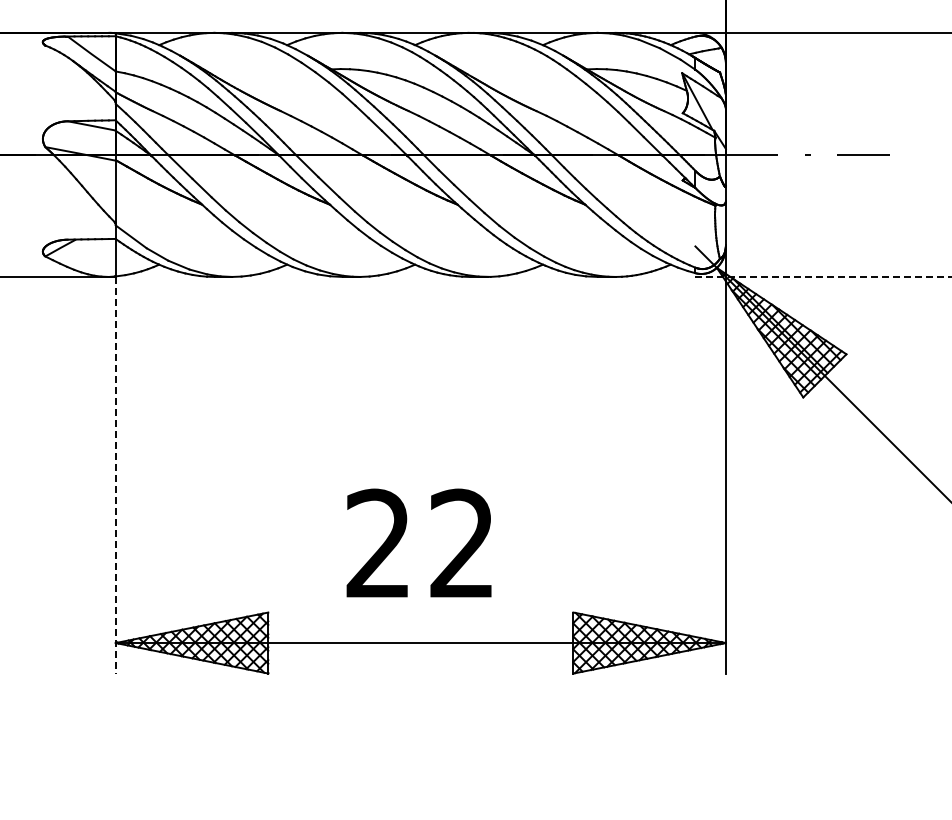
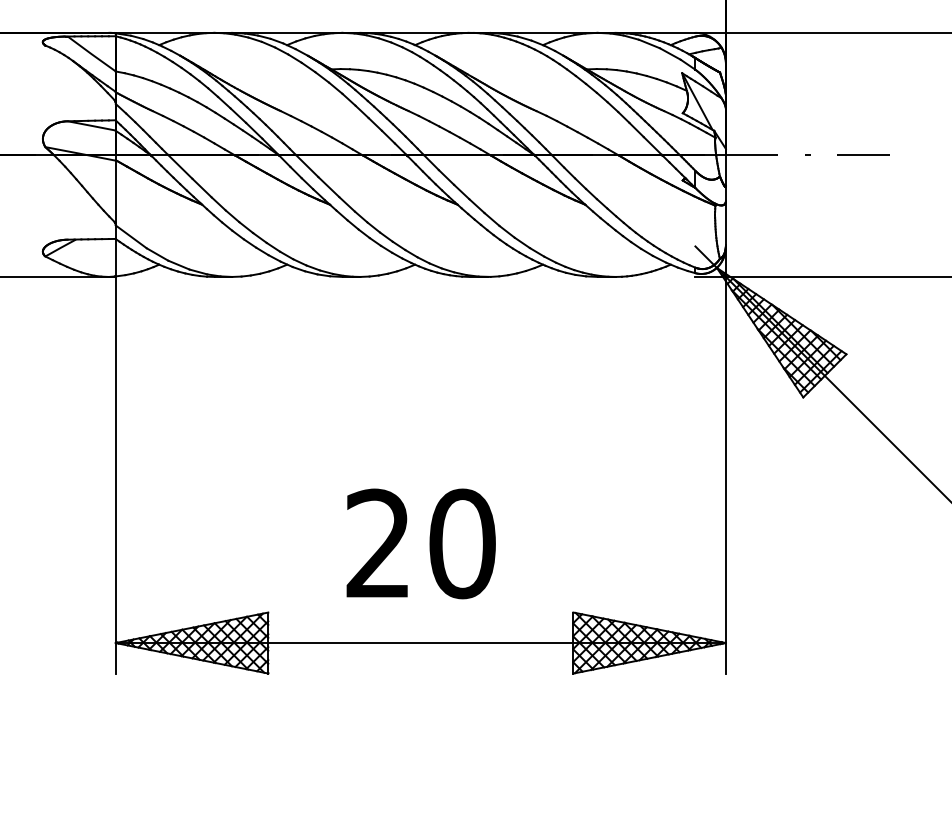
line at (824, 276): dashed -> solid
line at (115, 475): dashed -> solid
text at (462, 543): 22 -> 20
